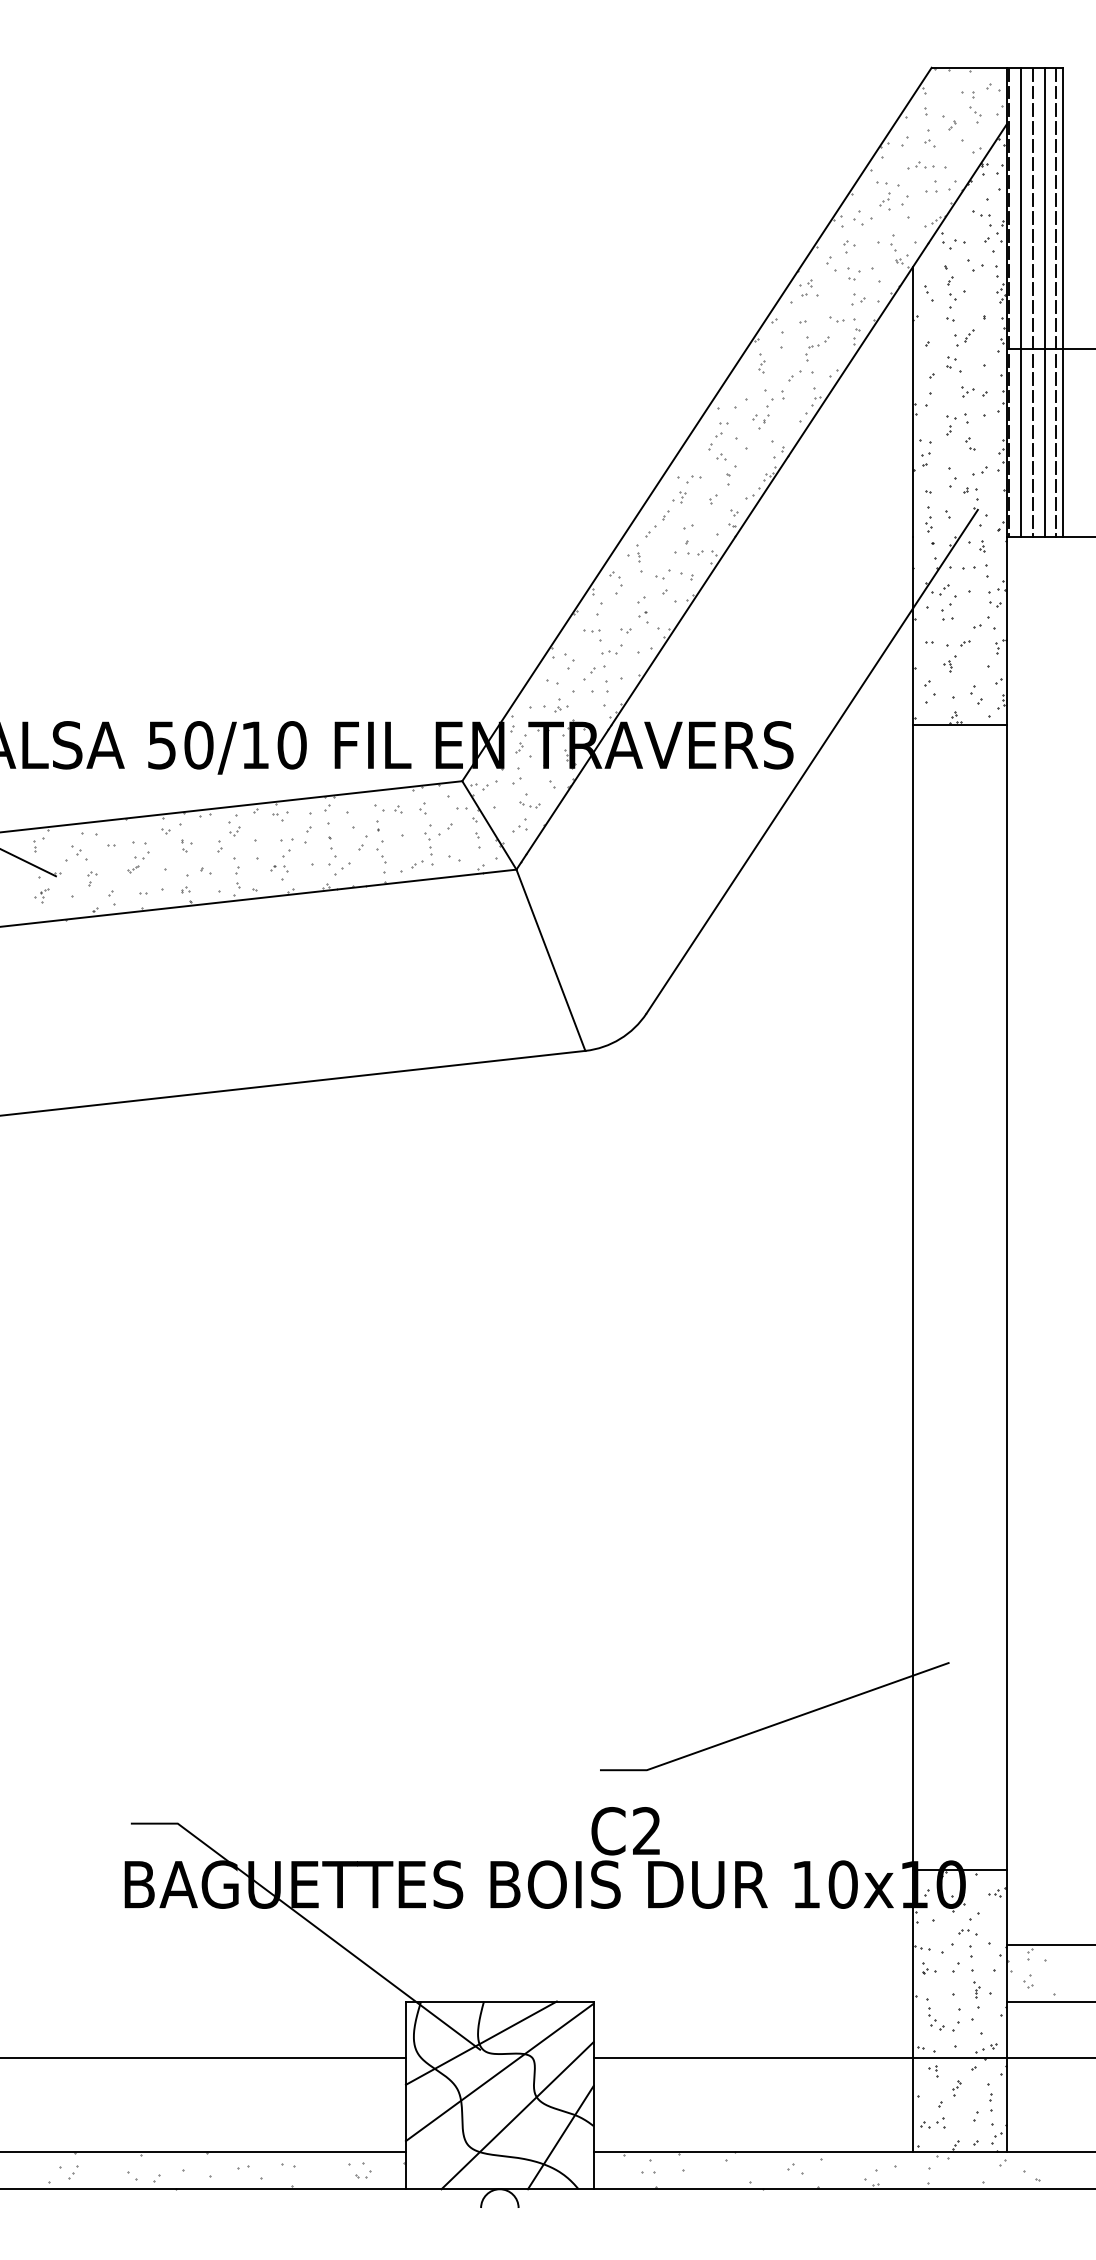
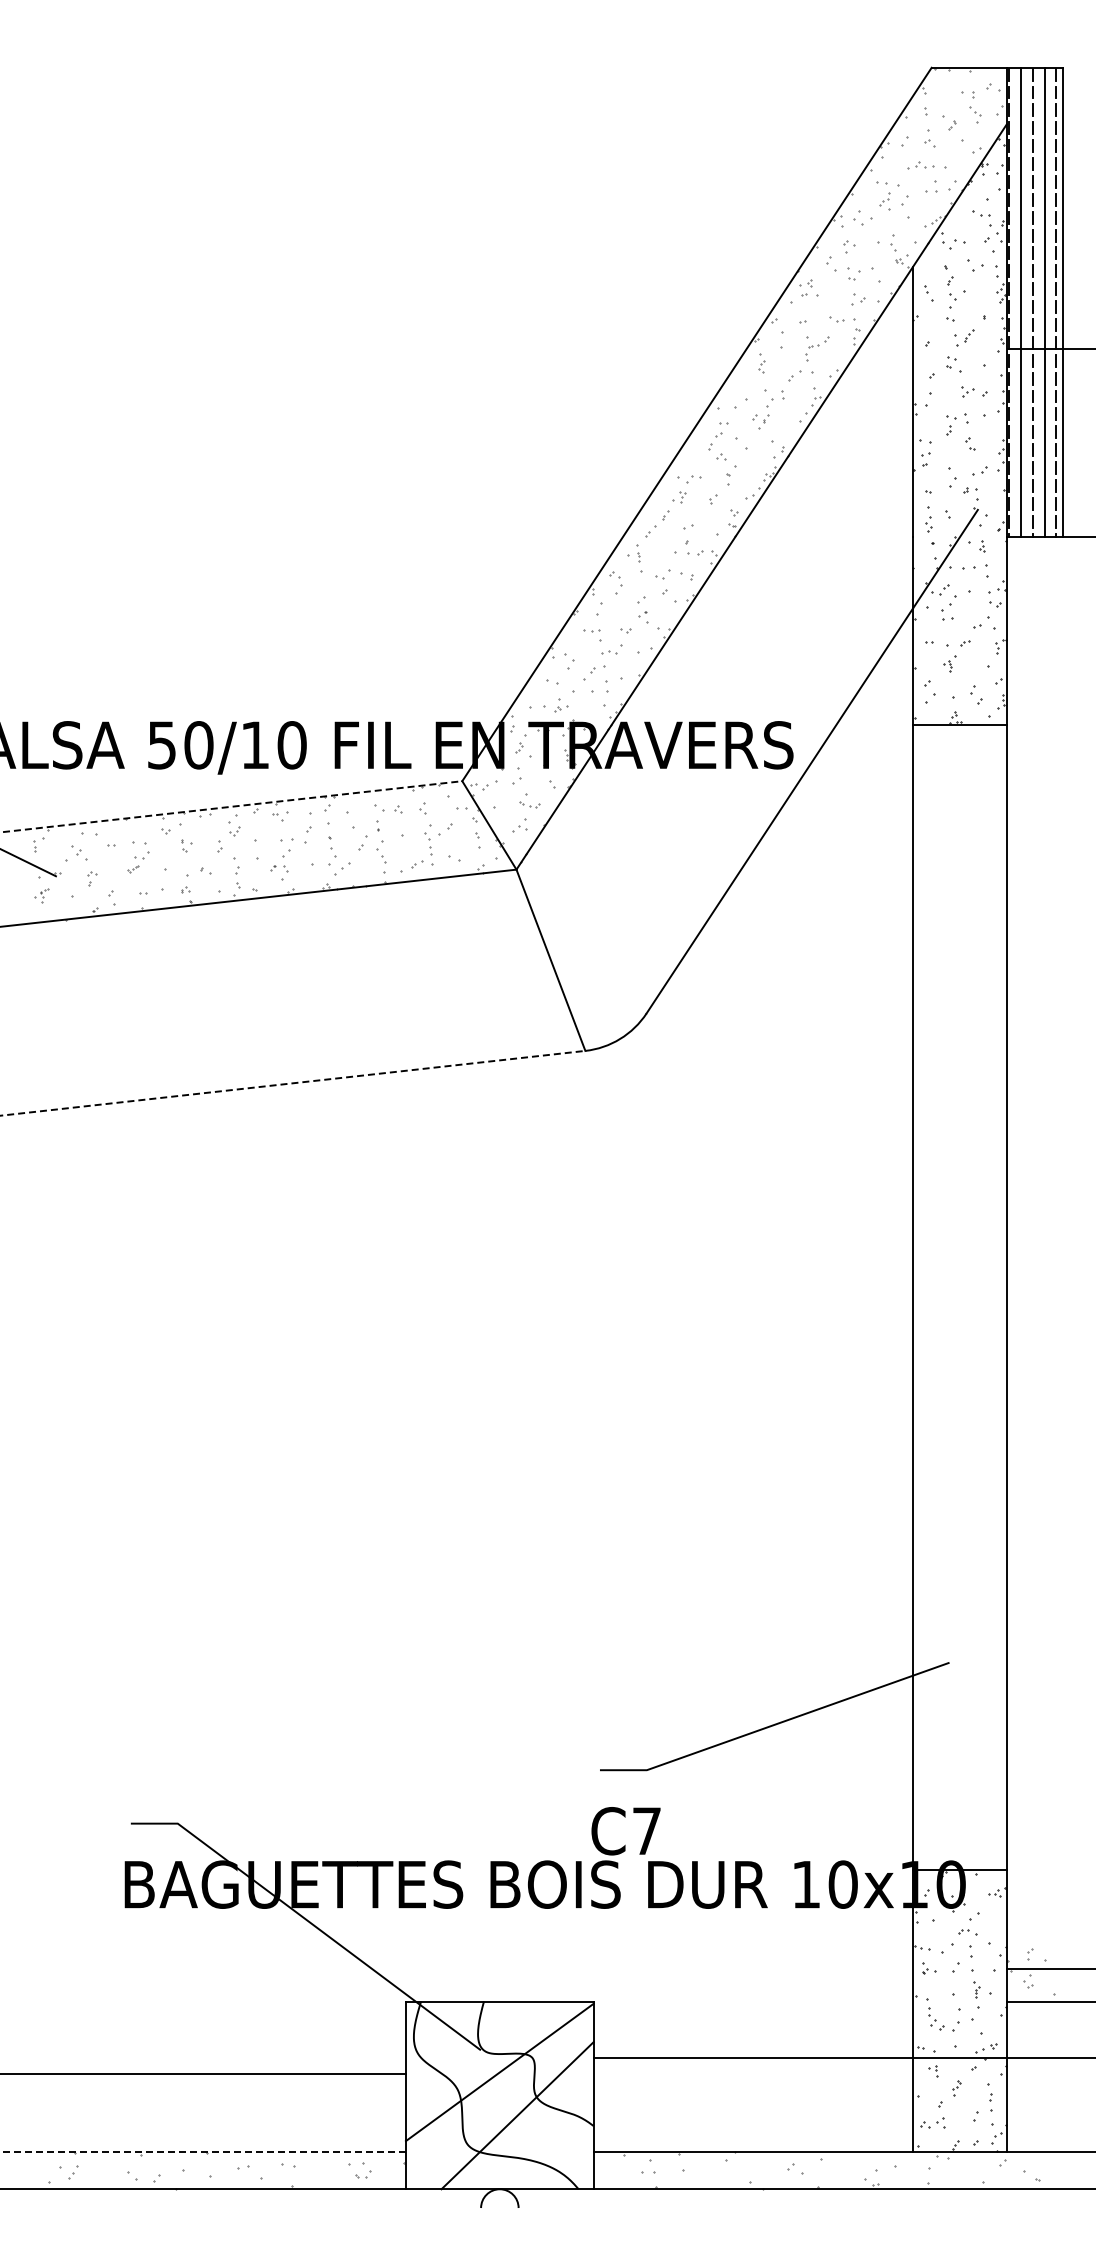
line at (231, 806): solid -> dashed
line at (293, 1083): solid -> dashed
text at (646, 1830): C2 -> C7
line at (1049, 1945) position: (1049, 1945) -> (1049, 1969)
line at (480, 2042): present -> none
line at (203, 2057) position: (203, 2057) -> (203, 2073)
line at (560, 2137): present -> none
line at (202, 2151): solid -> dashed
